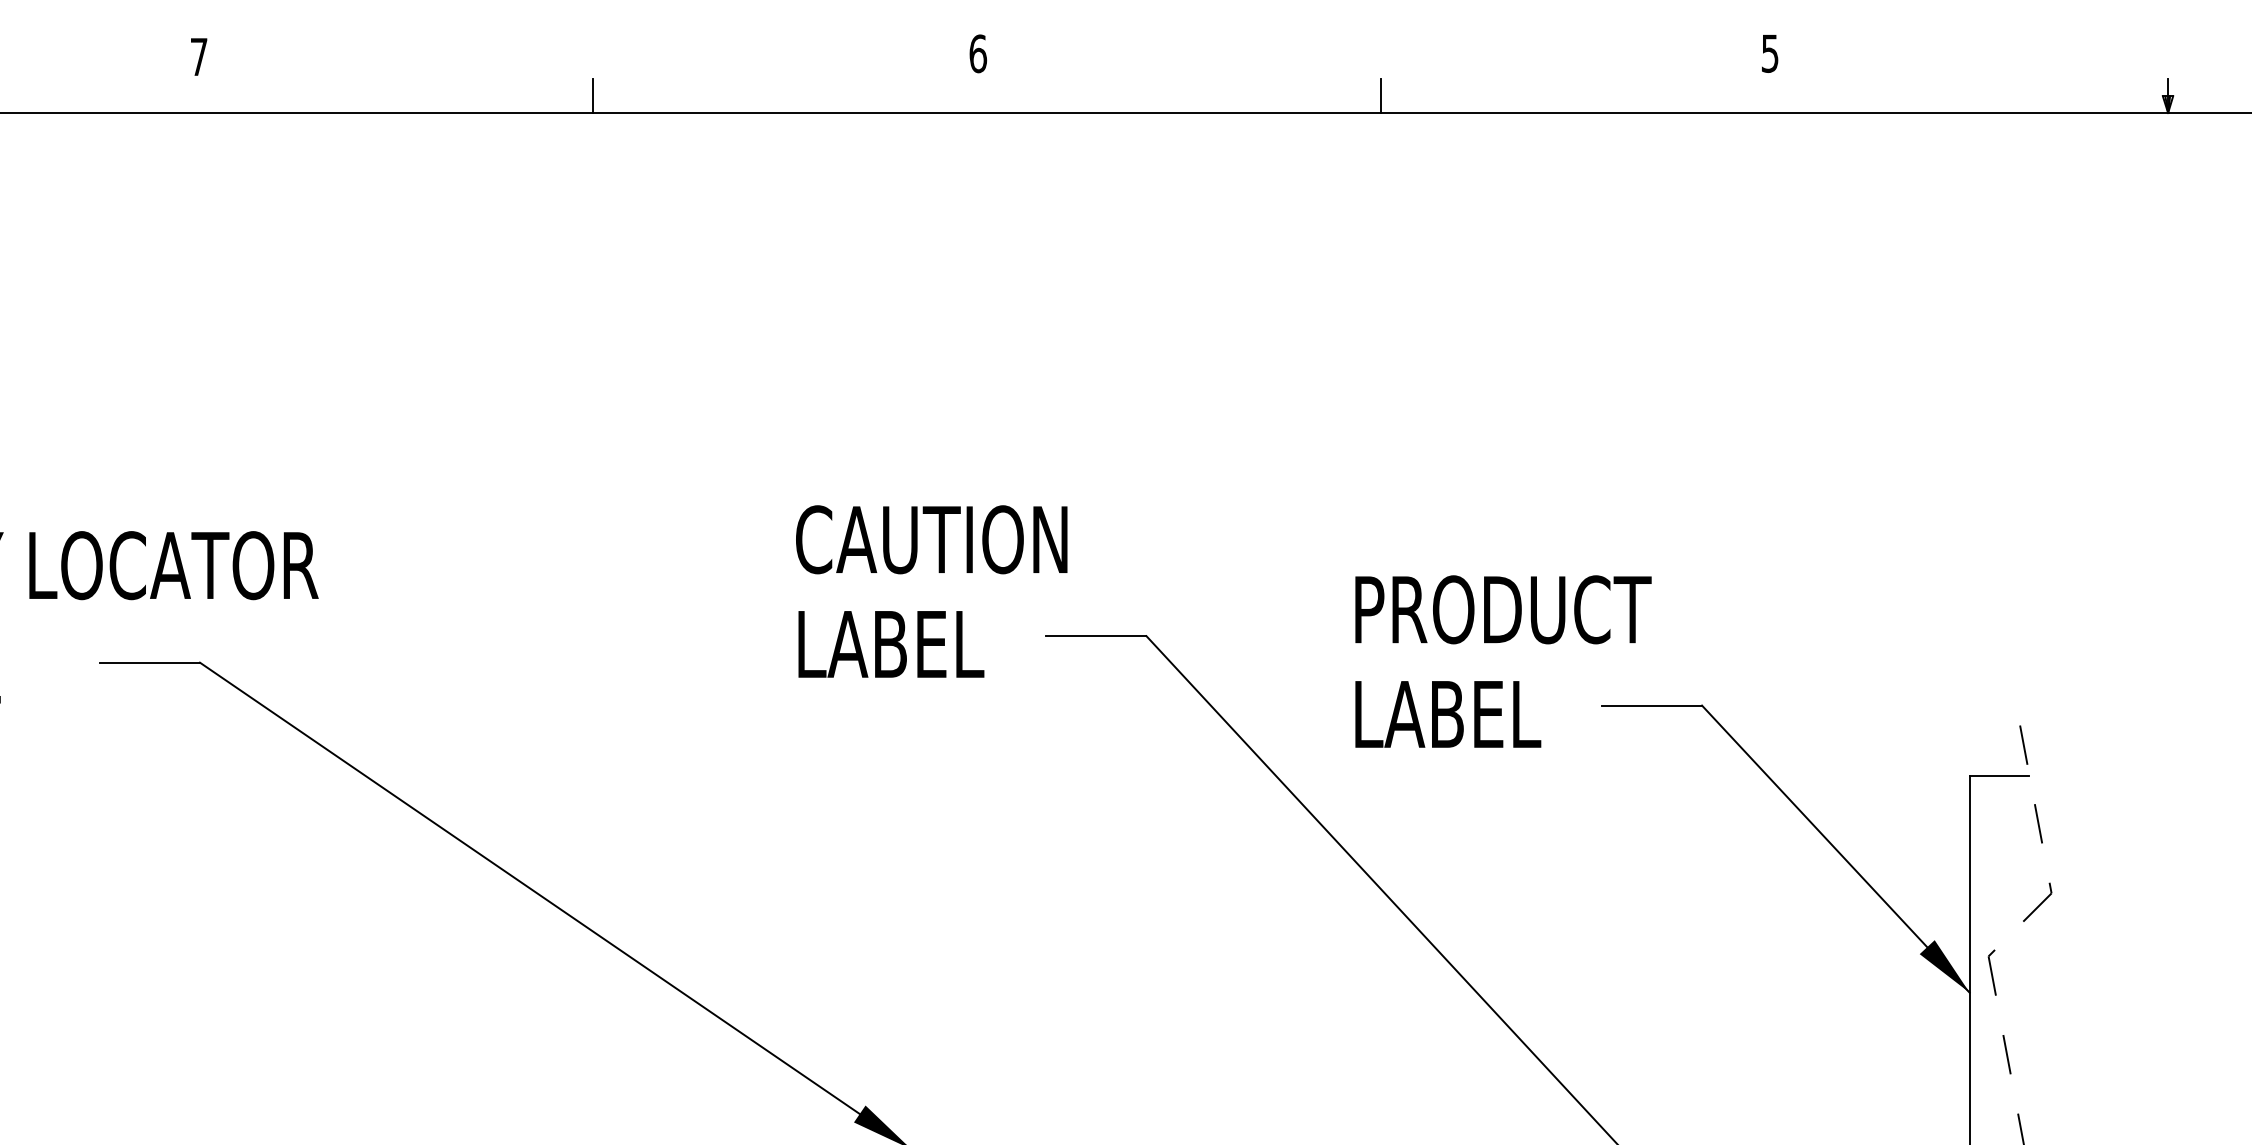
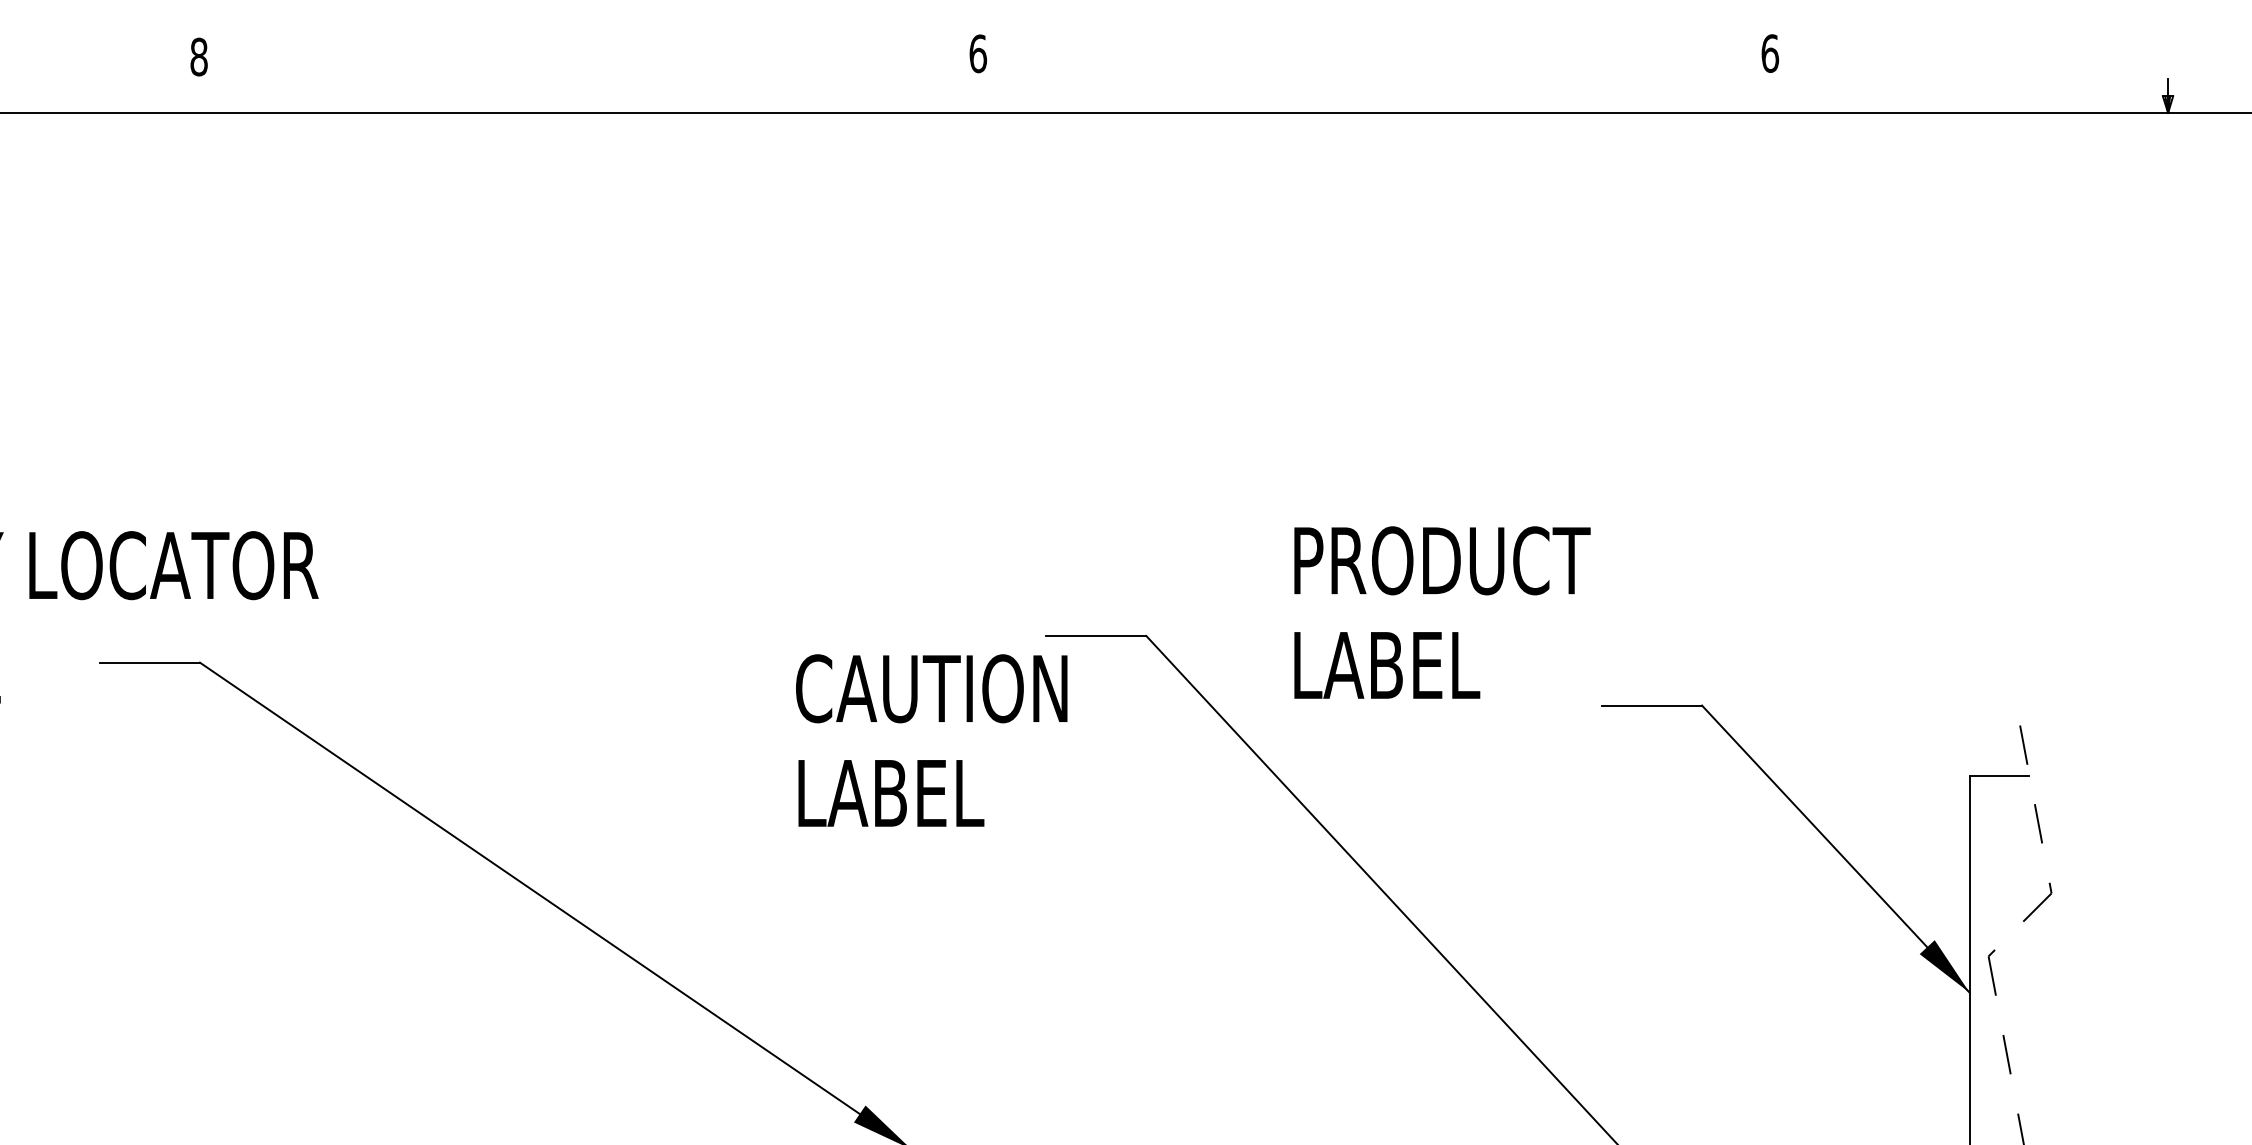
text at (1770, 53): 5 -> 6
text at (198, 56): 7 -> 8
line at (593, 95): present -> none
line at (1380, 95): present -> none
text at (931, 591) position: (931, 591) -> (931, 740)
text at (1503, 661) position: (1503, 661) -> (1442, 612)
